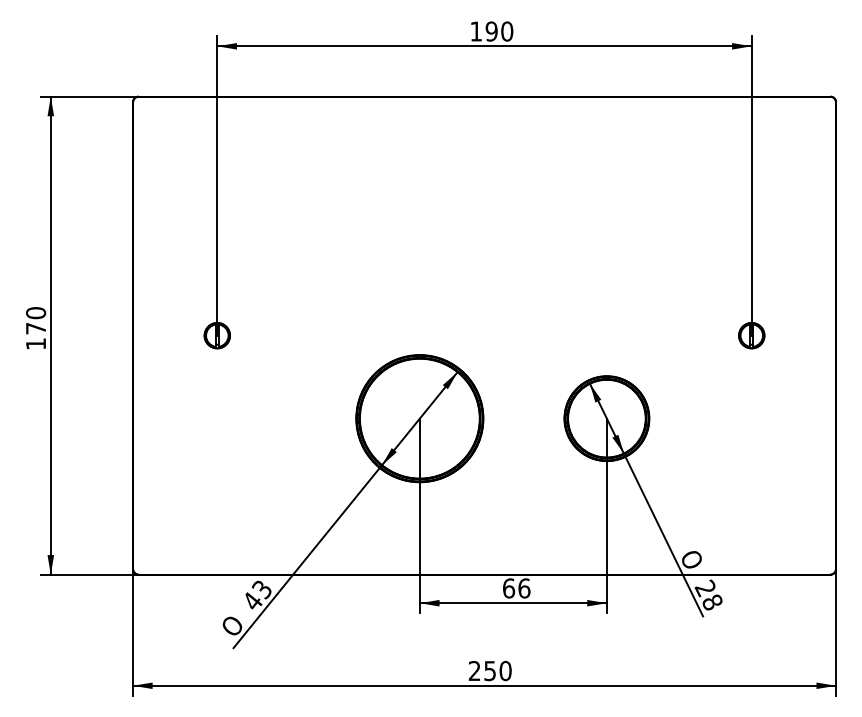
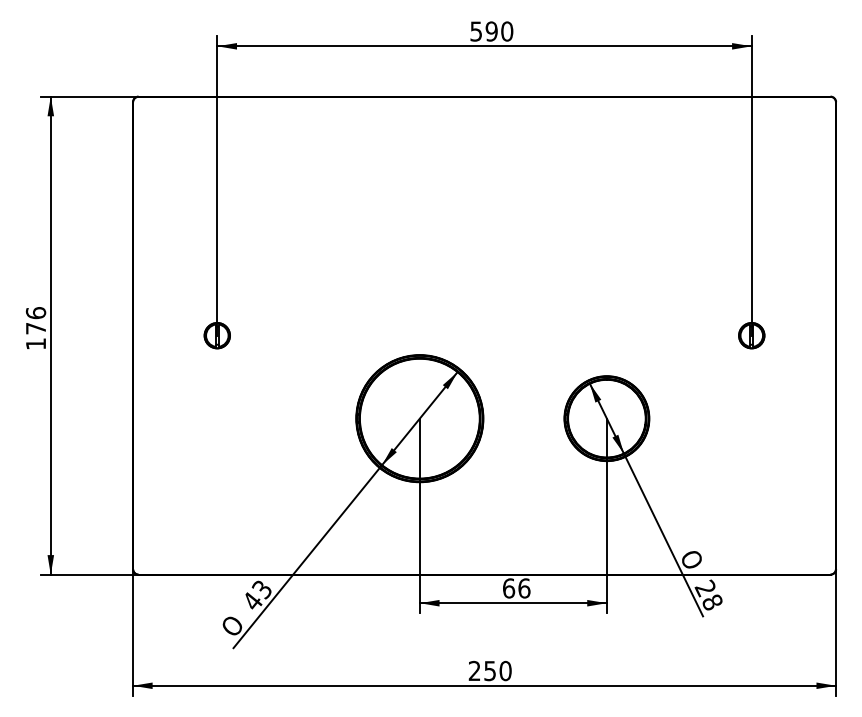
text at (475, 31): 190 -> 590
text at (35, 313): 170 -> 176
